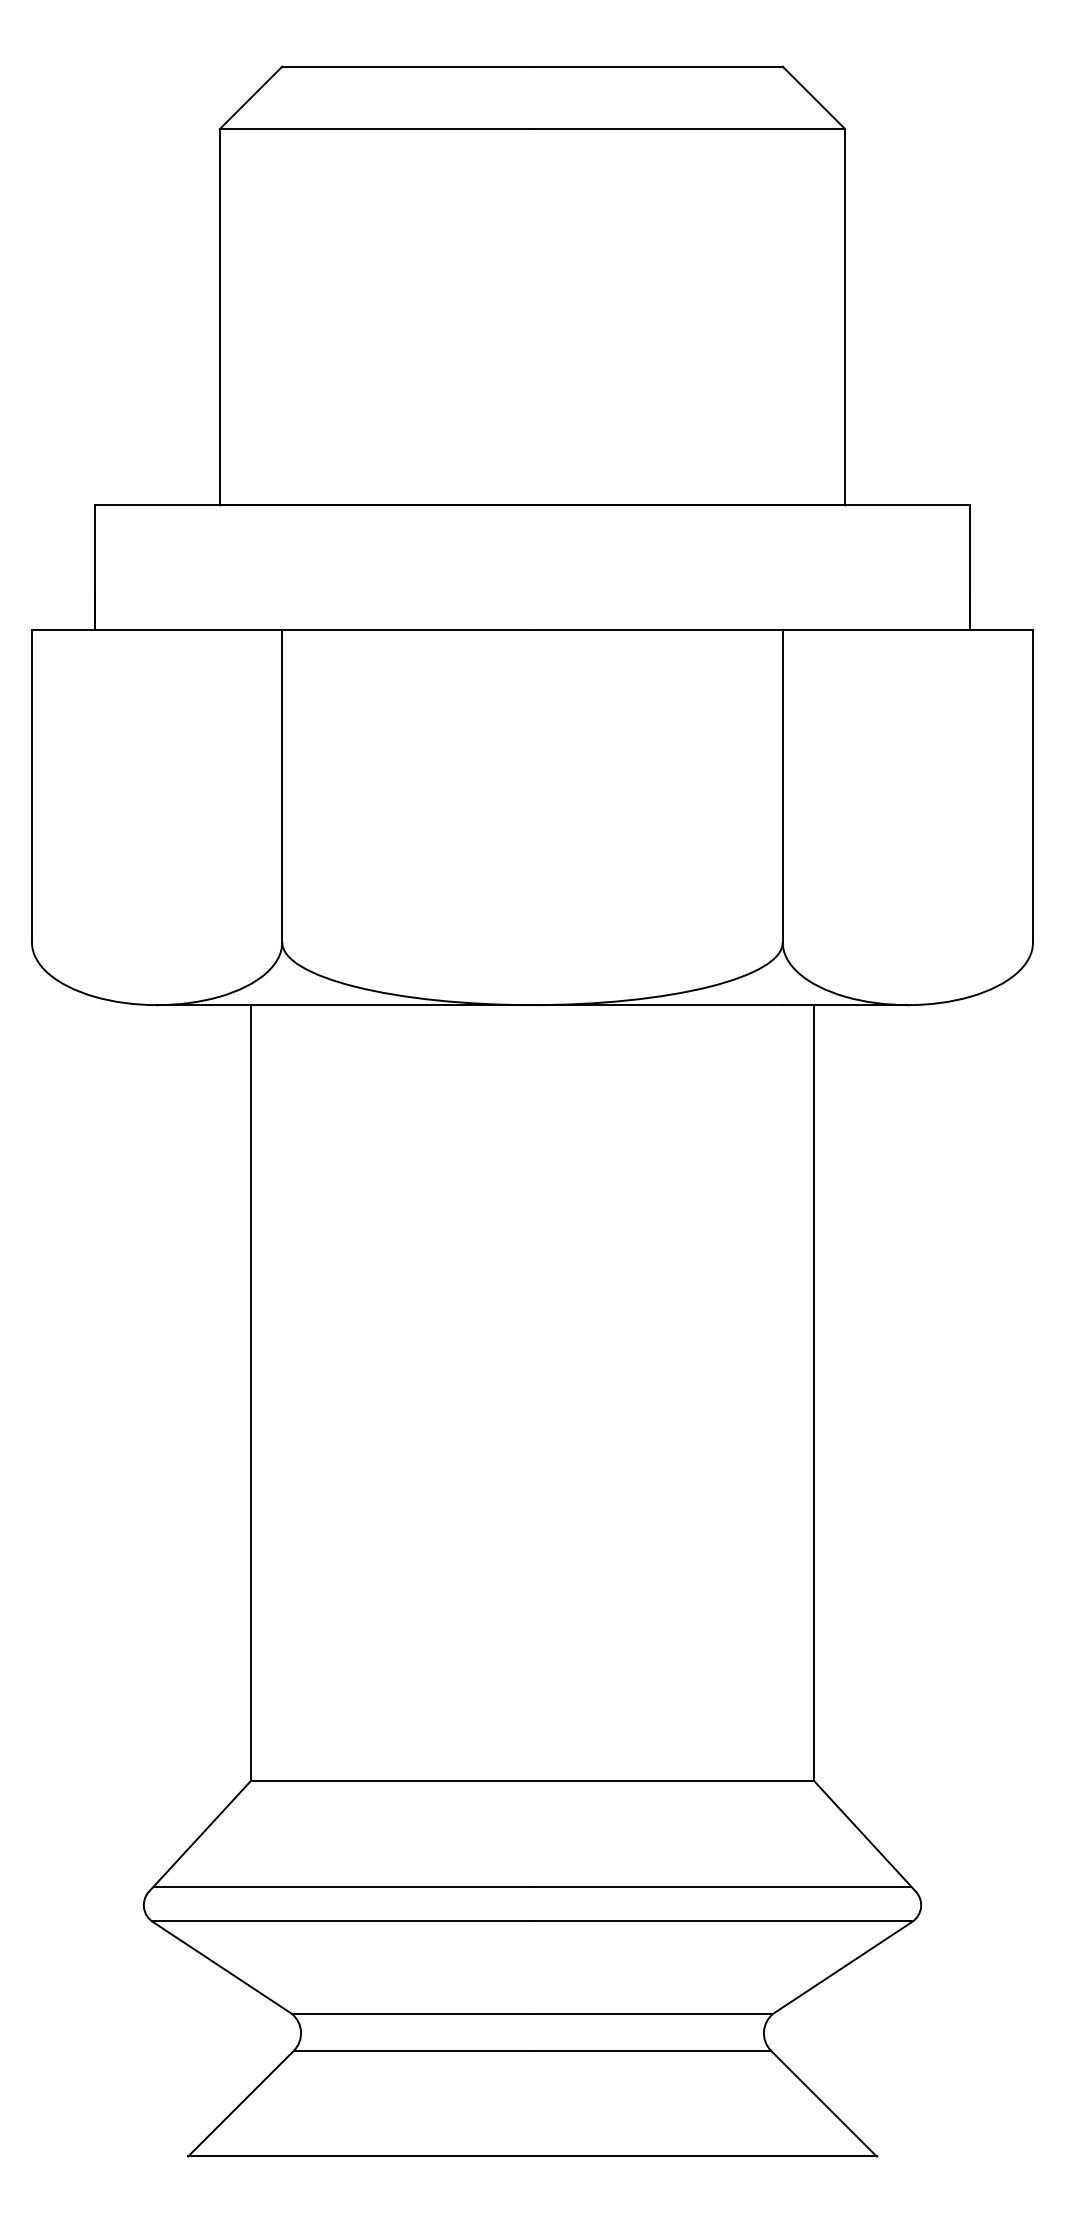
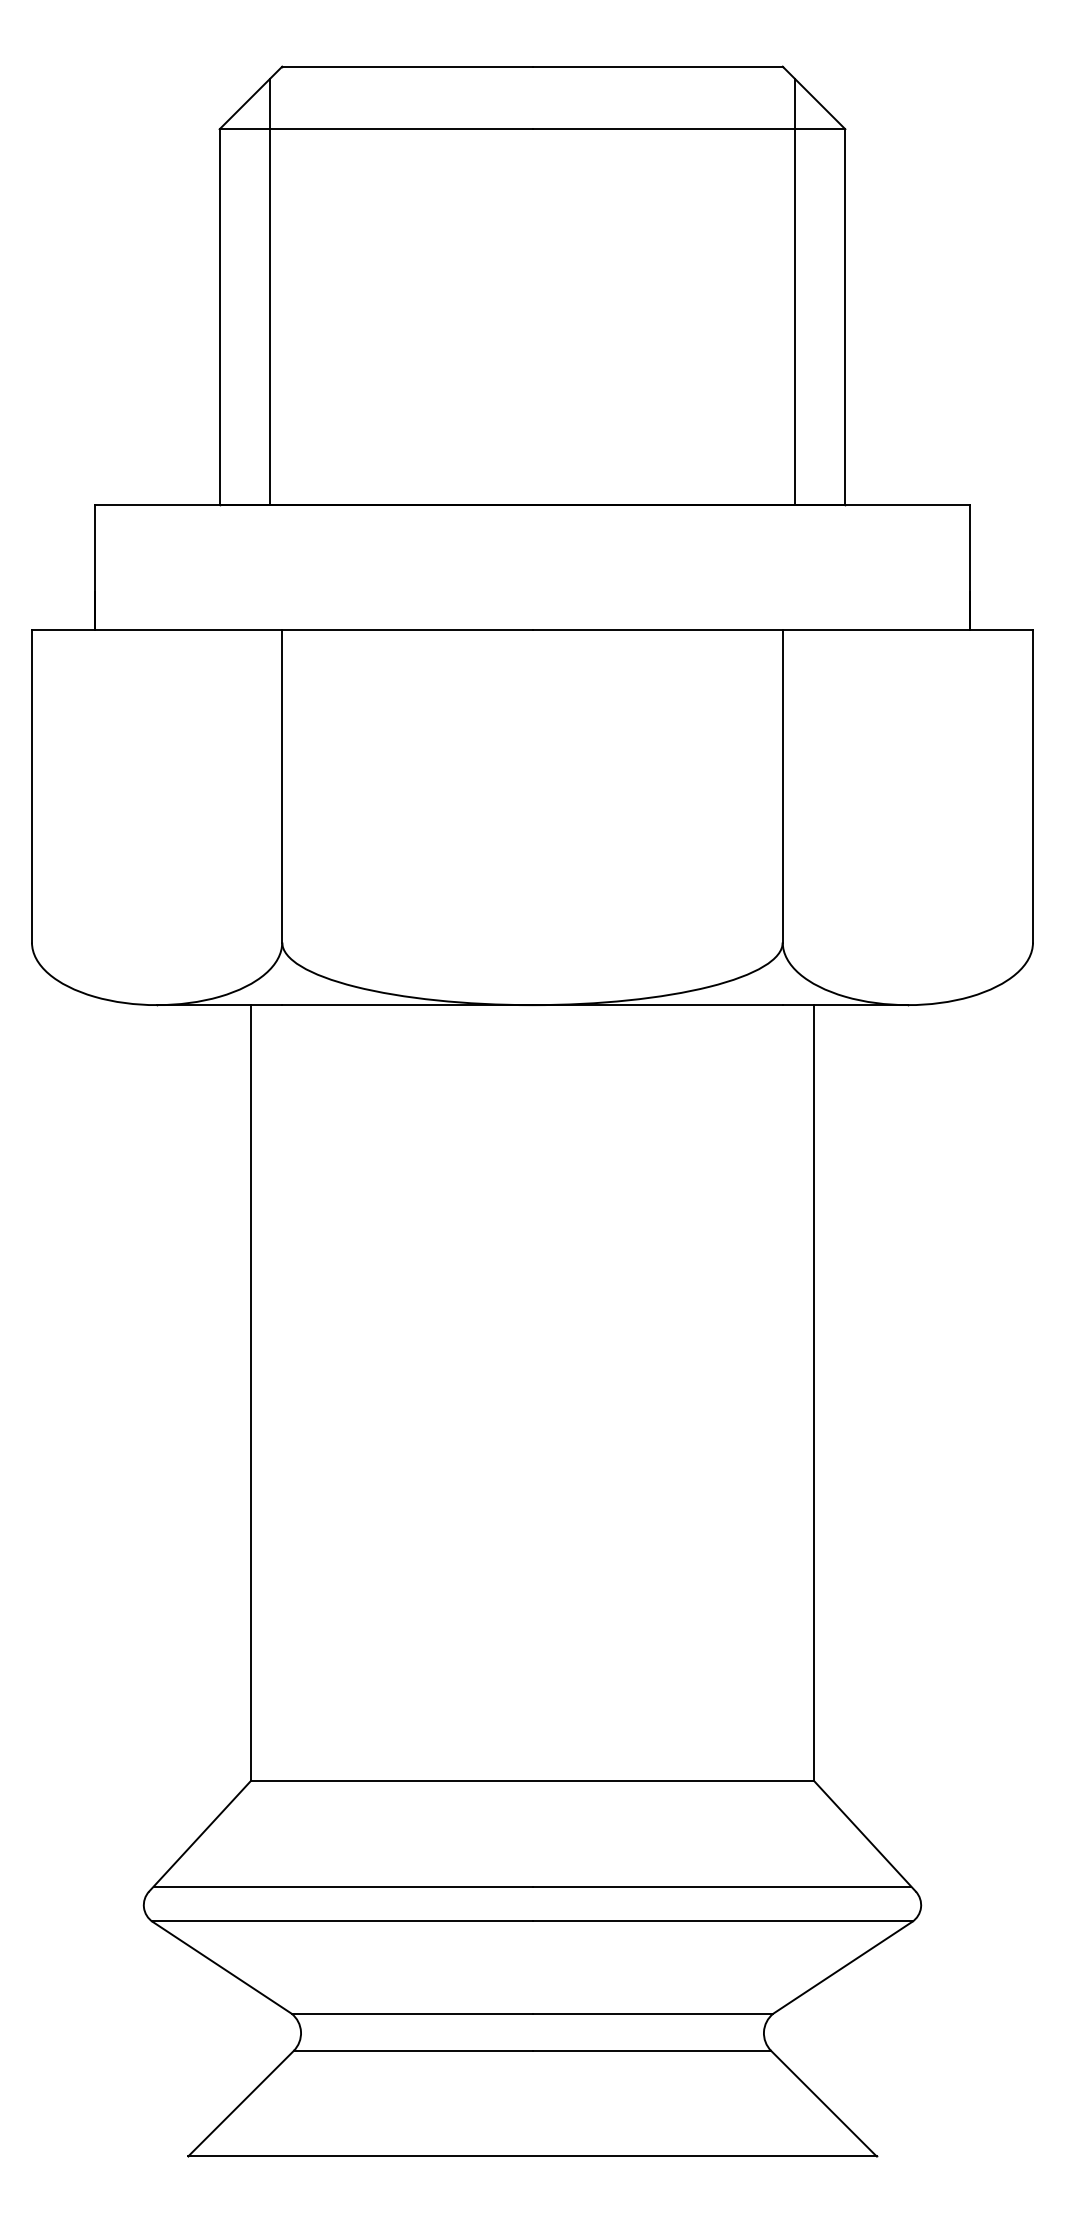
line at (269, 291): none -> present
line at (795, 291): none -> present
